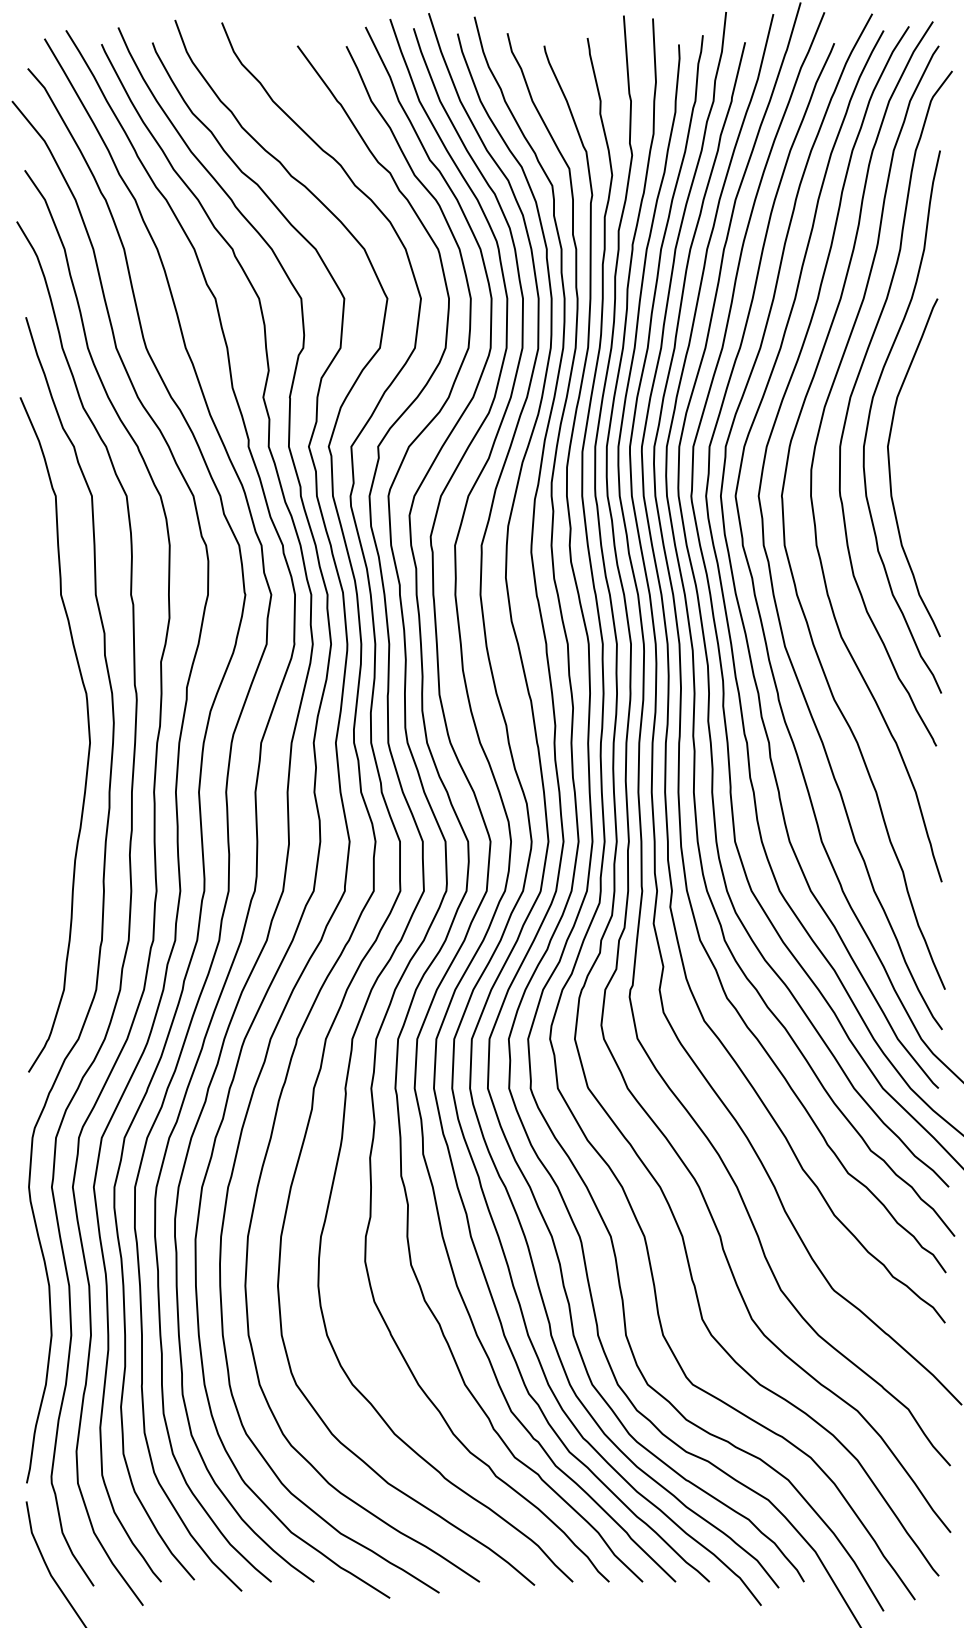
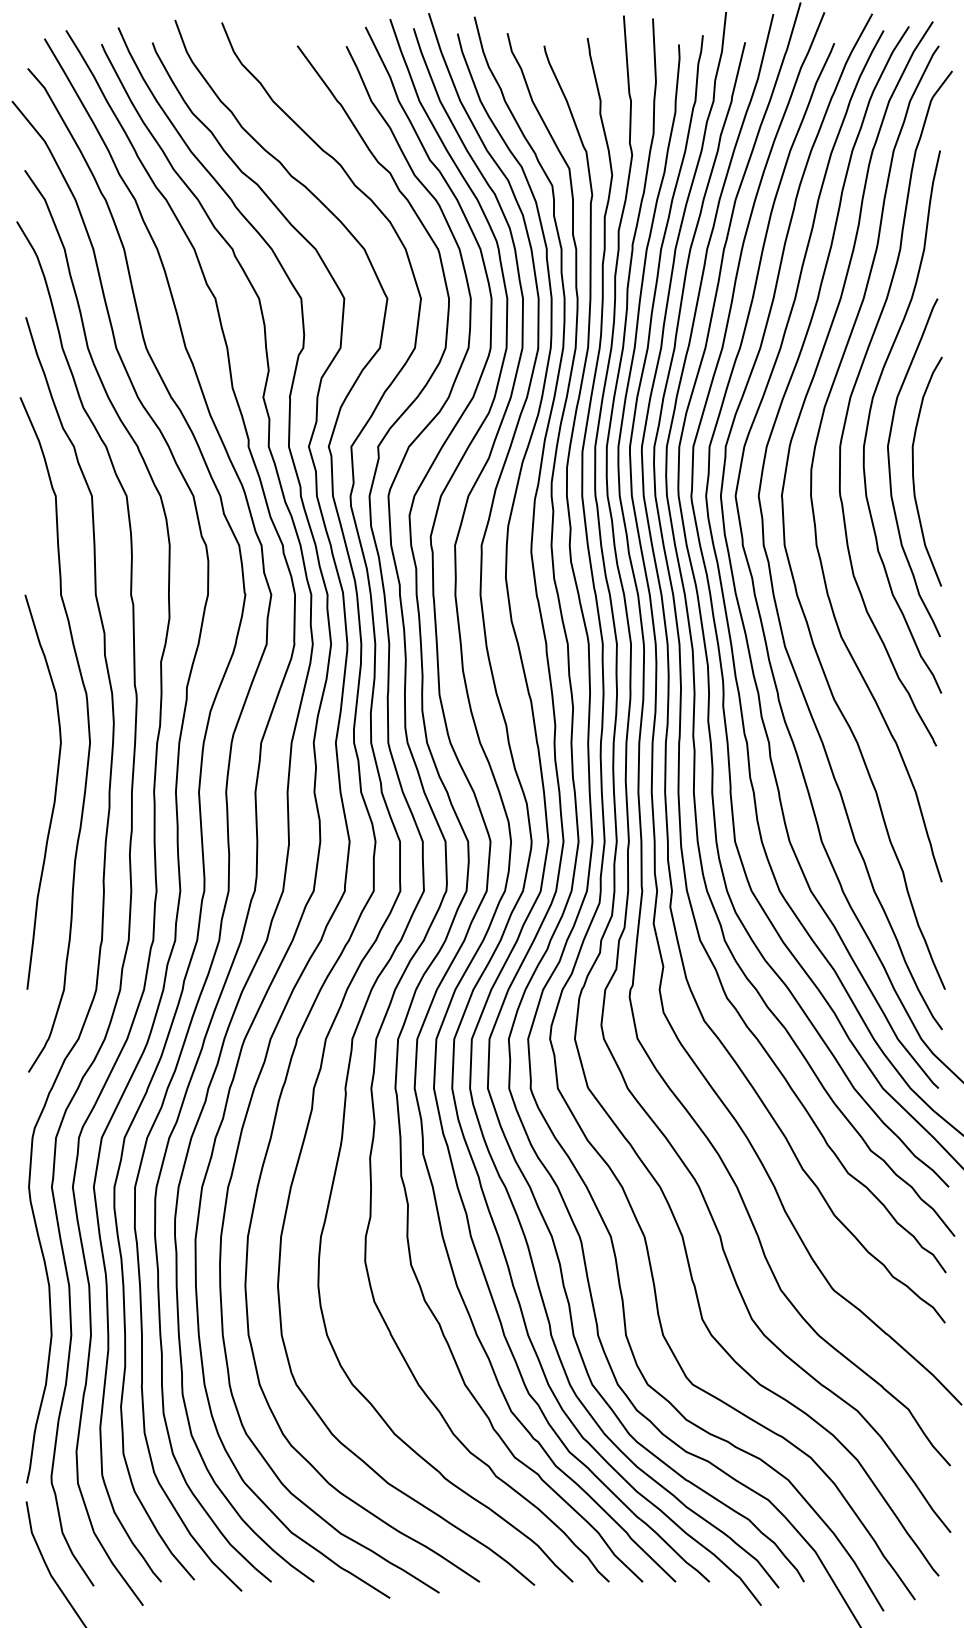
curve at (913, 471): none -> present
curve at (54, 791): none -> present
